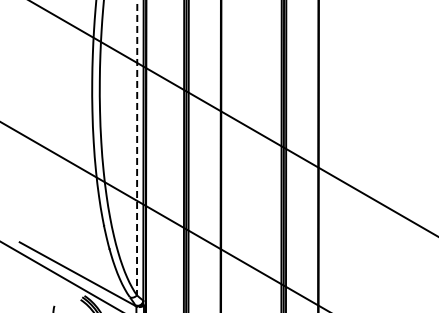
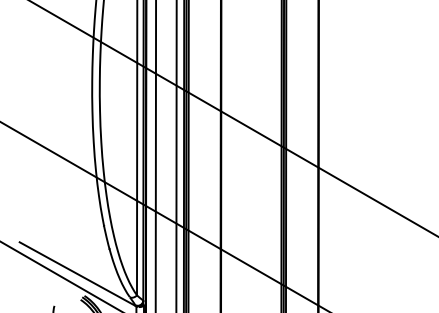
line at (137, 148): dashed -> solid
line at (155, 155): none -> present
line at (176, 155): none -> present
